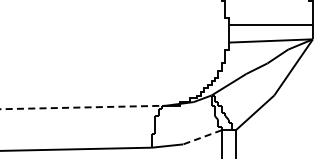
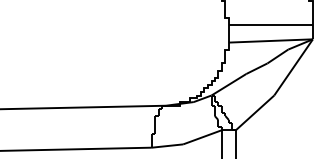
line at (83, 107): dashed -> solid
line at (202, 137): dashed -> solid
